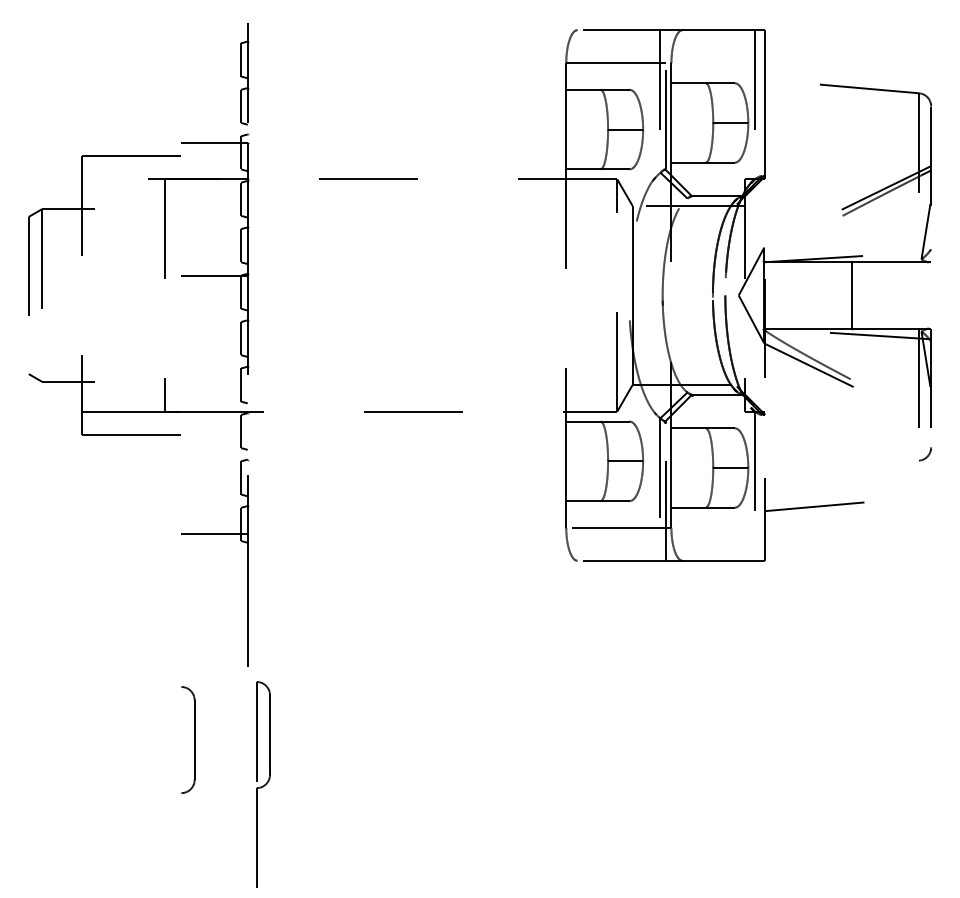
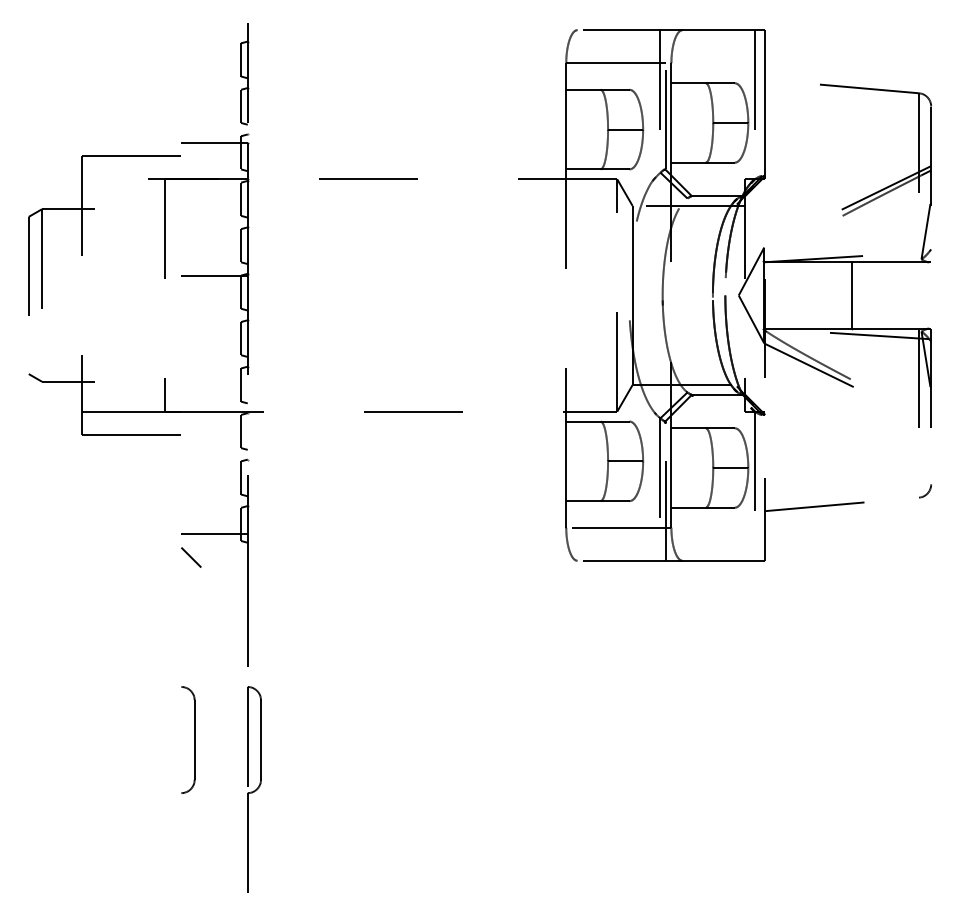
arc at (927, 455) position: (927, 455) -> (927, 492)
line at (191, 557): none -> present
part at (263, 784) position: (263, 784) -> (254, 789)
